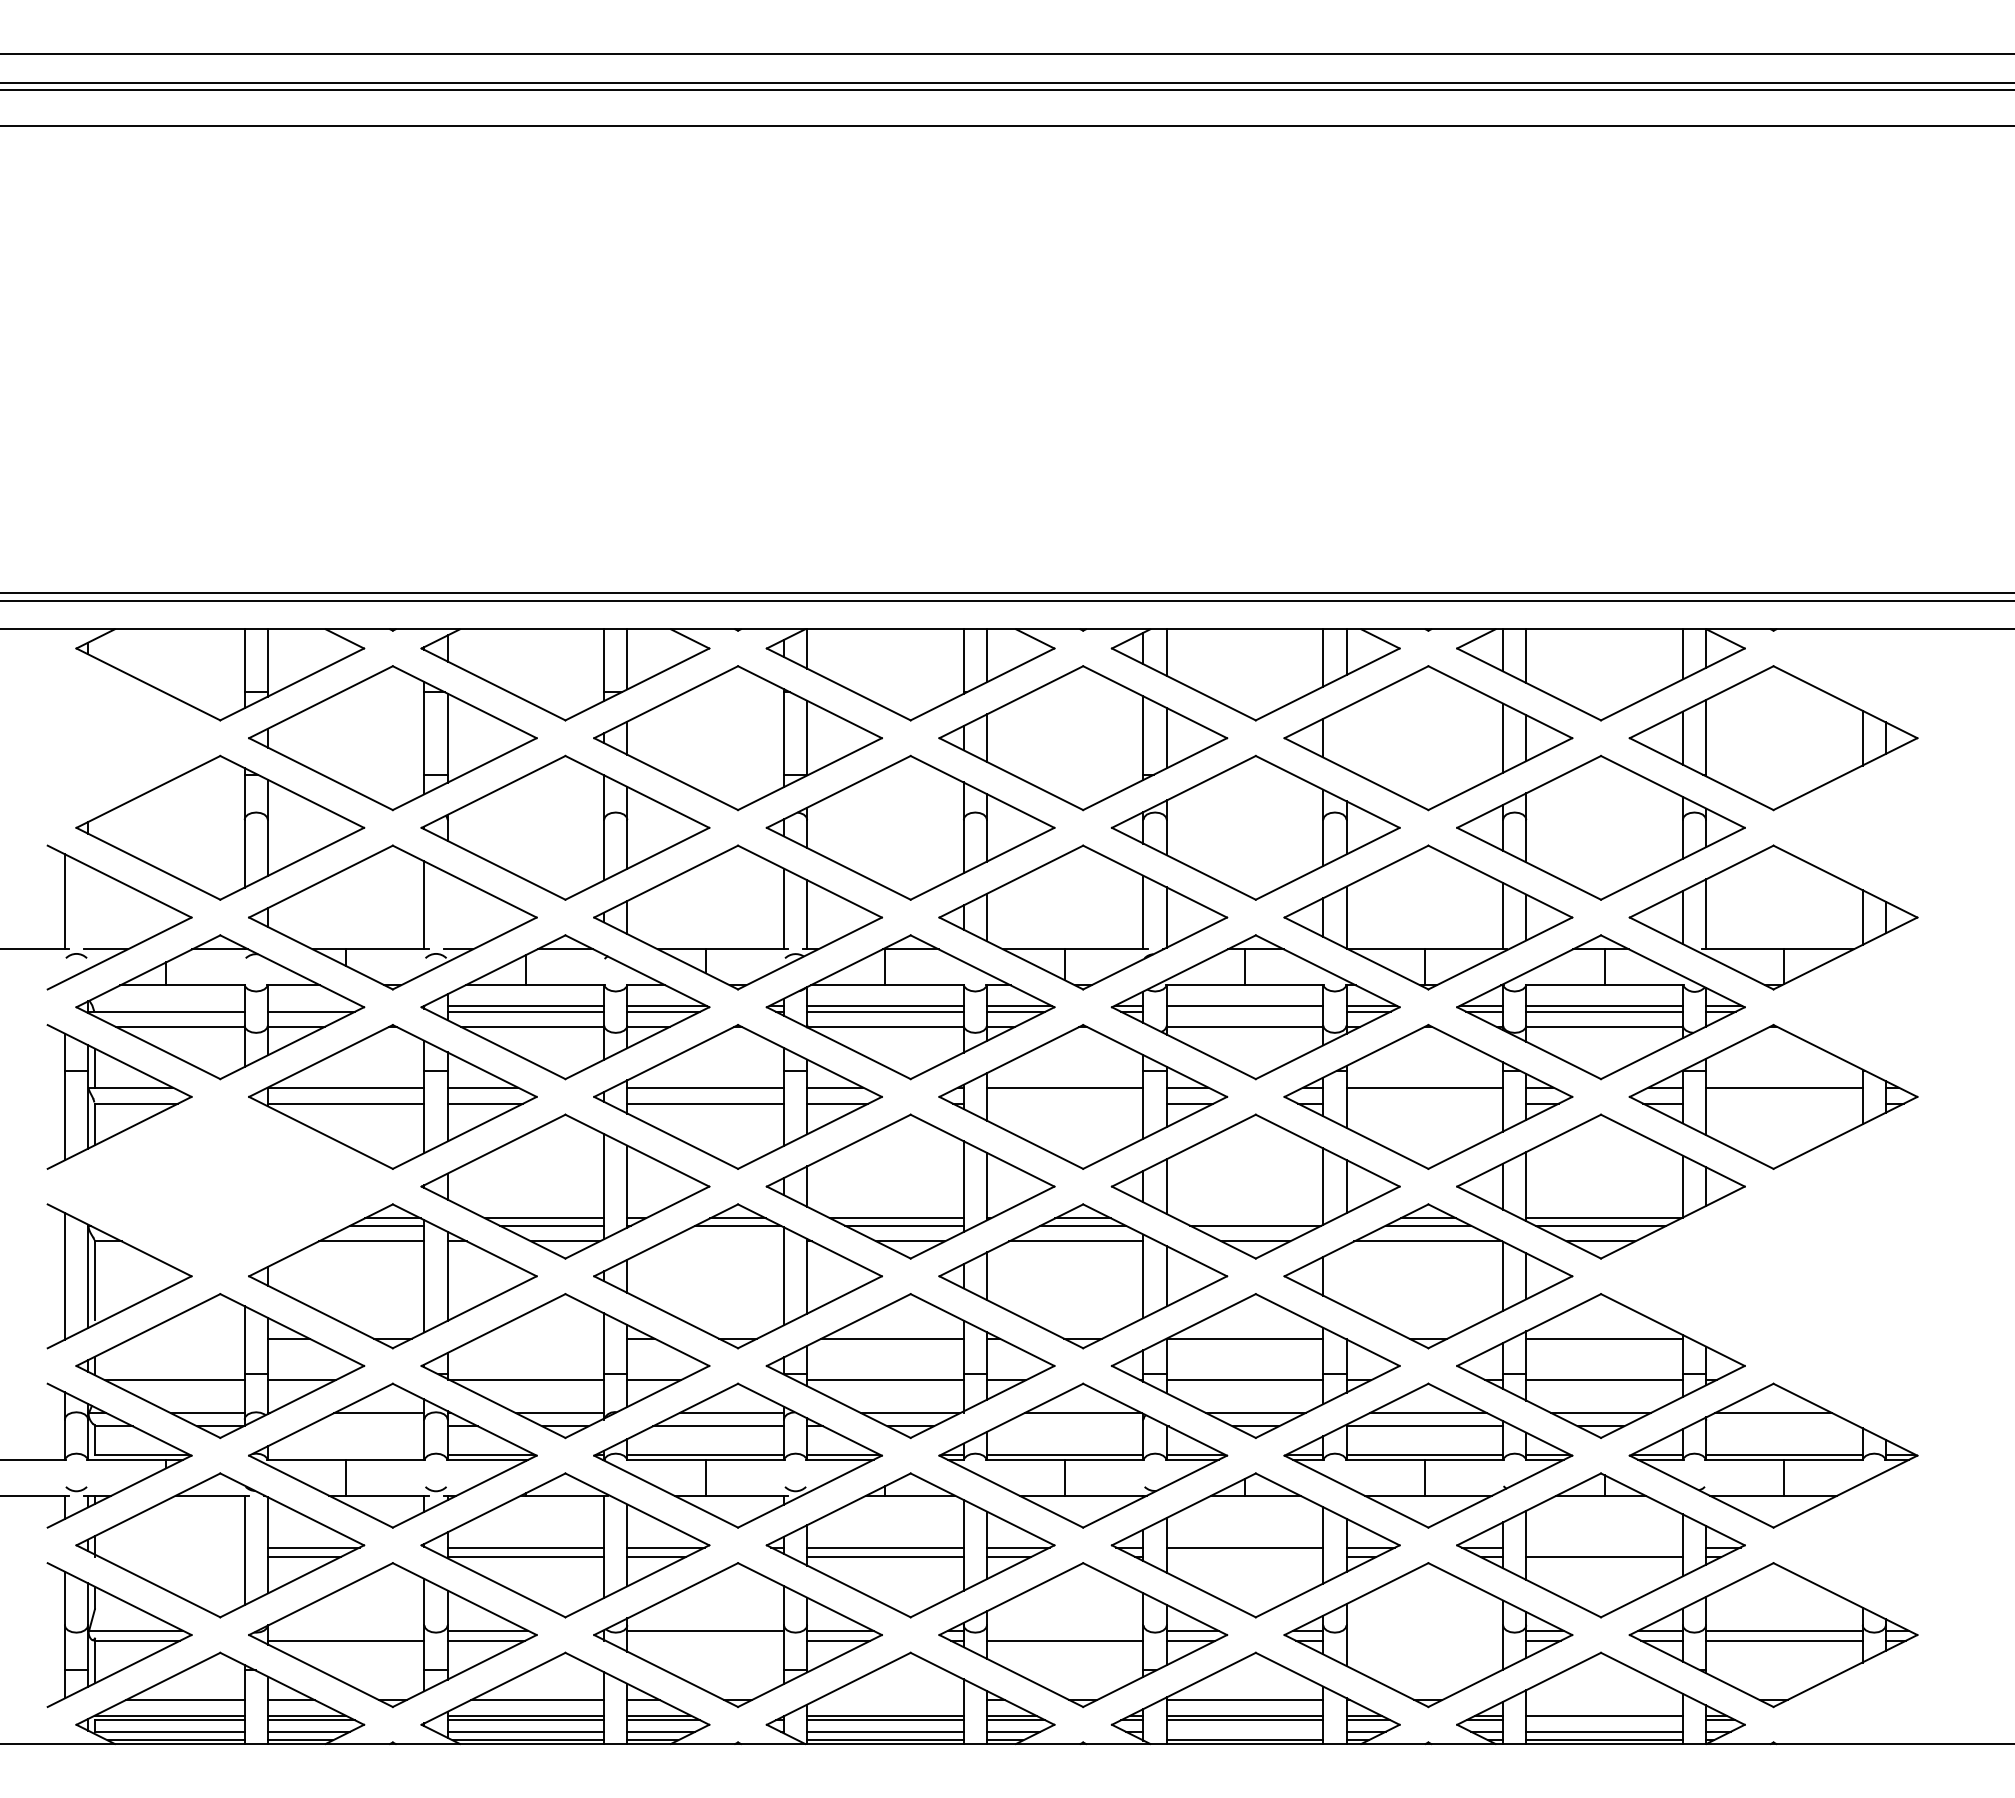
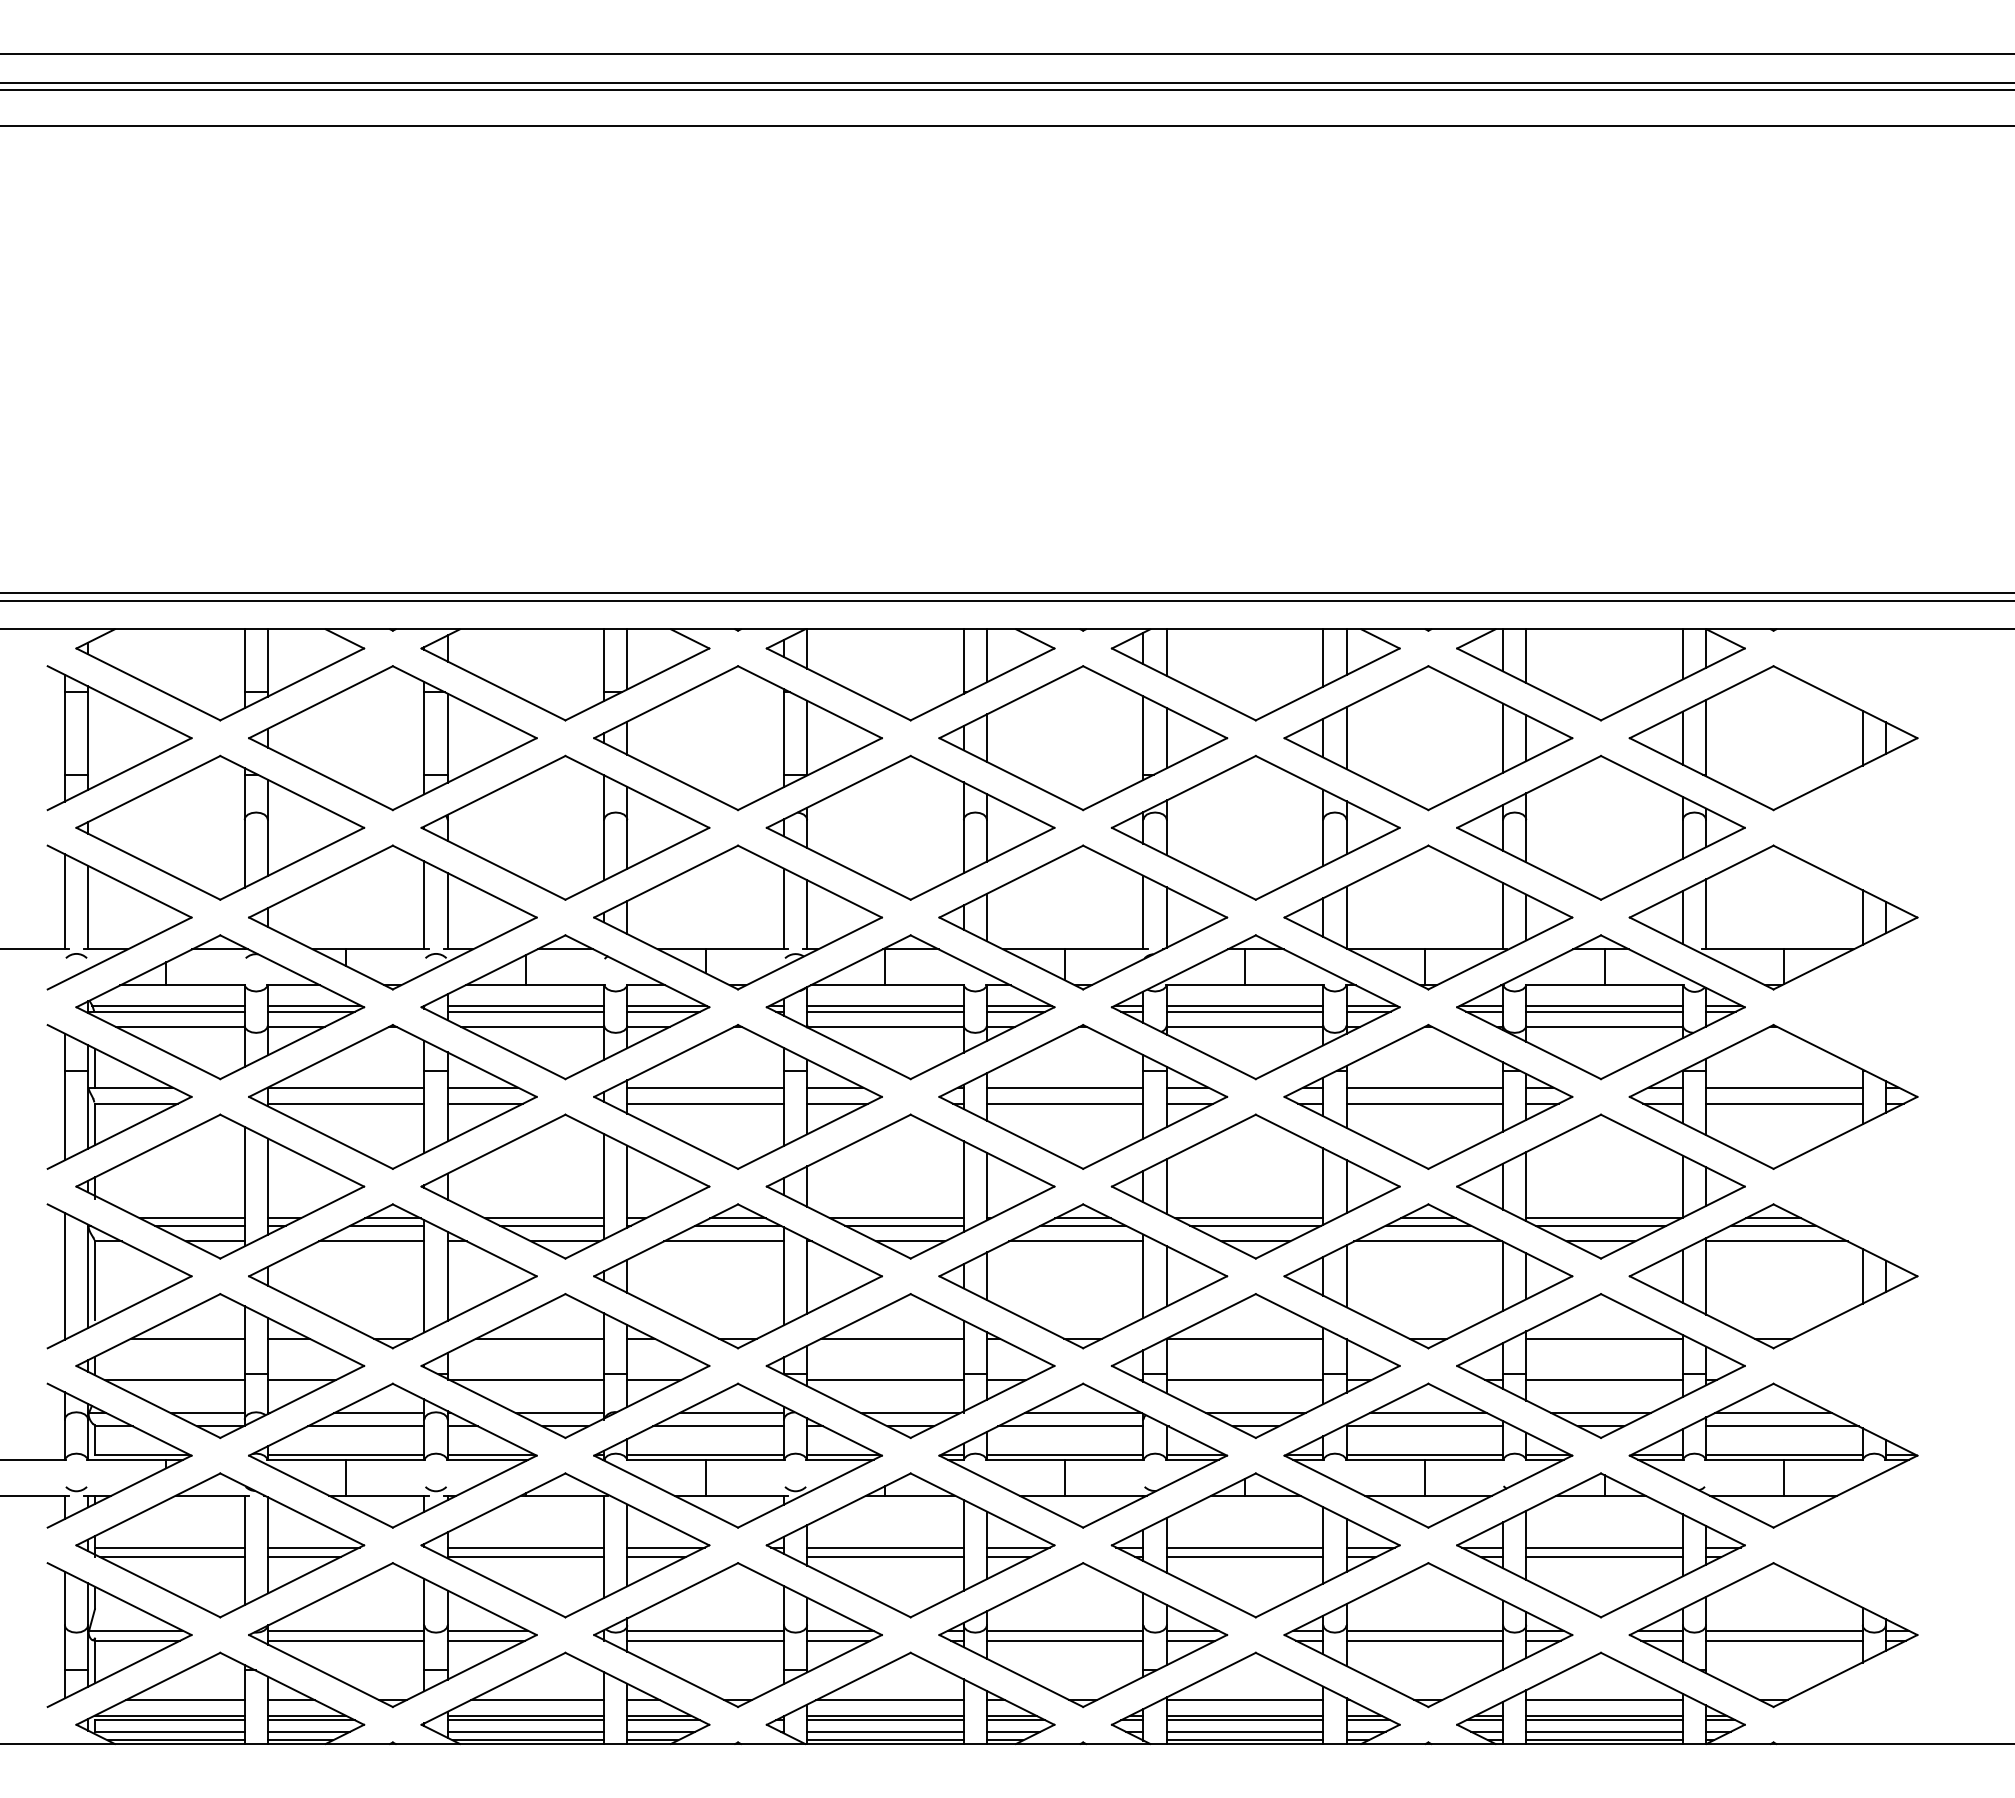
part at (119, 738): none -> present
line at (1346, 738): none -> present
line at (88, 907): none -> present
line at (447, 911): none -> present
line at (168, 1005): none -> present
line at (314, 1005): none -> present
line at (1244, 1011): none -> present
line at (1065, 1103): none -> present
line at (1424, 1103): none -> present
line at (1784, 1103): none -> present
part at (220, 1186): none -> present
line at (1249, 1218): none -> present
line at (723, 1241): none -> present
line at (1346, 1276): none -> present
part at (1773, 1276): none -> present
line at (187, 1338): none -> present
line at (540, 1338): none -> present
line at (365, 1426): none -> present
line at (1070, 1426): none -> present
line at (1782, 1426): none -> present
line at (345, 1454): none -> present
line at (169, 1547): none -> present
line at (1604, 1547): none -> present
line at (171, 1557): none -> present
line at (1244, 1557): none -> present
line at (345, 1630): none -> present
line at (1065, 1630): none -> present
line at (1424, 1630): none -> present
line at (705, 1640): none -> present
line at (1424, 1640): none -> present
line at (889, 1699): none -> present
line at (1604, 1699): none -> present
line at (1604, 1720): none -> present
line at (1244, 1731): none -> present
